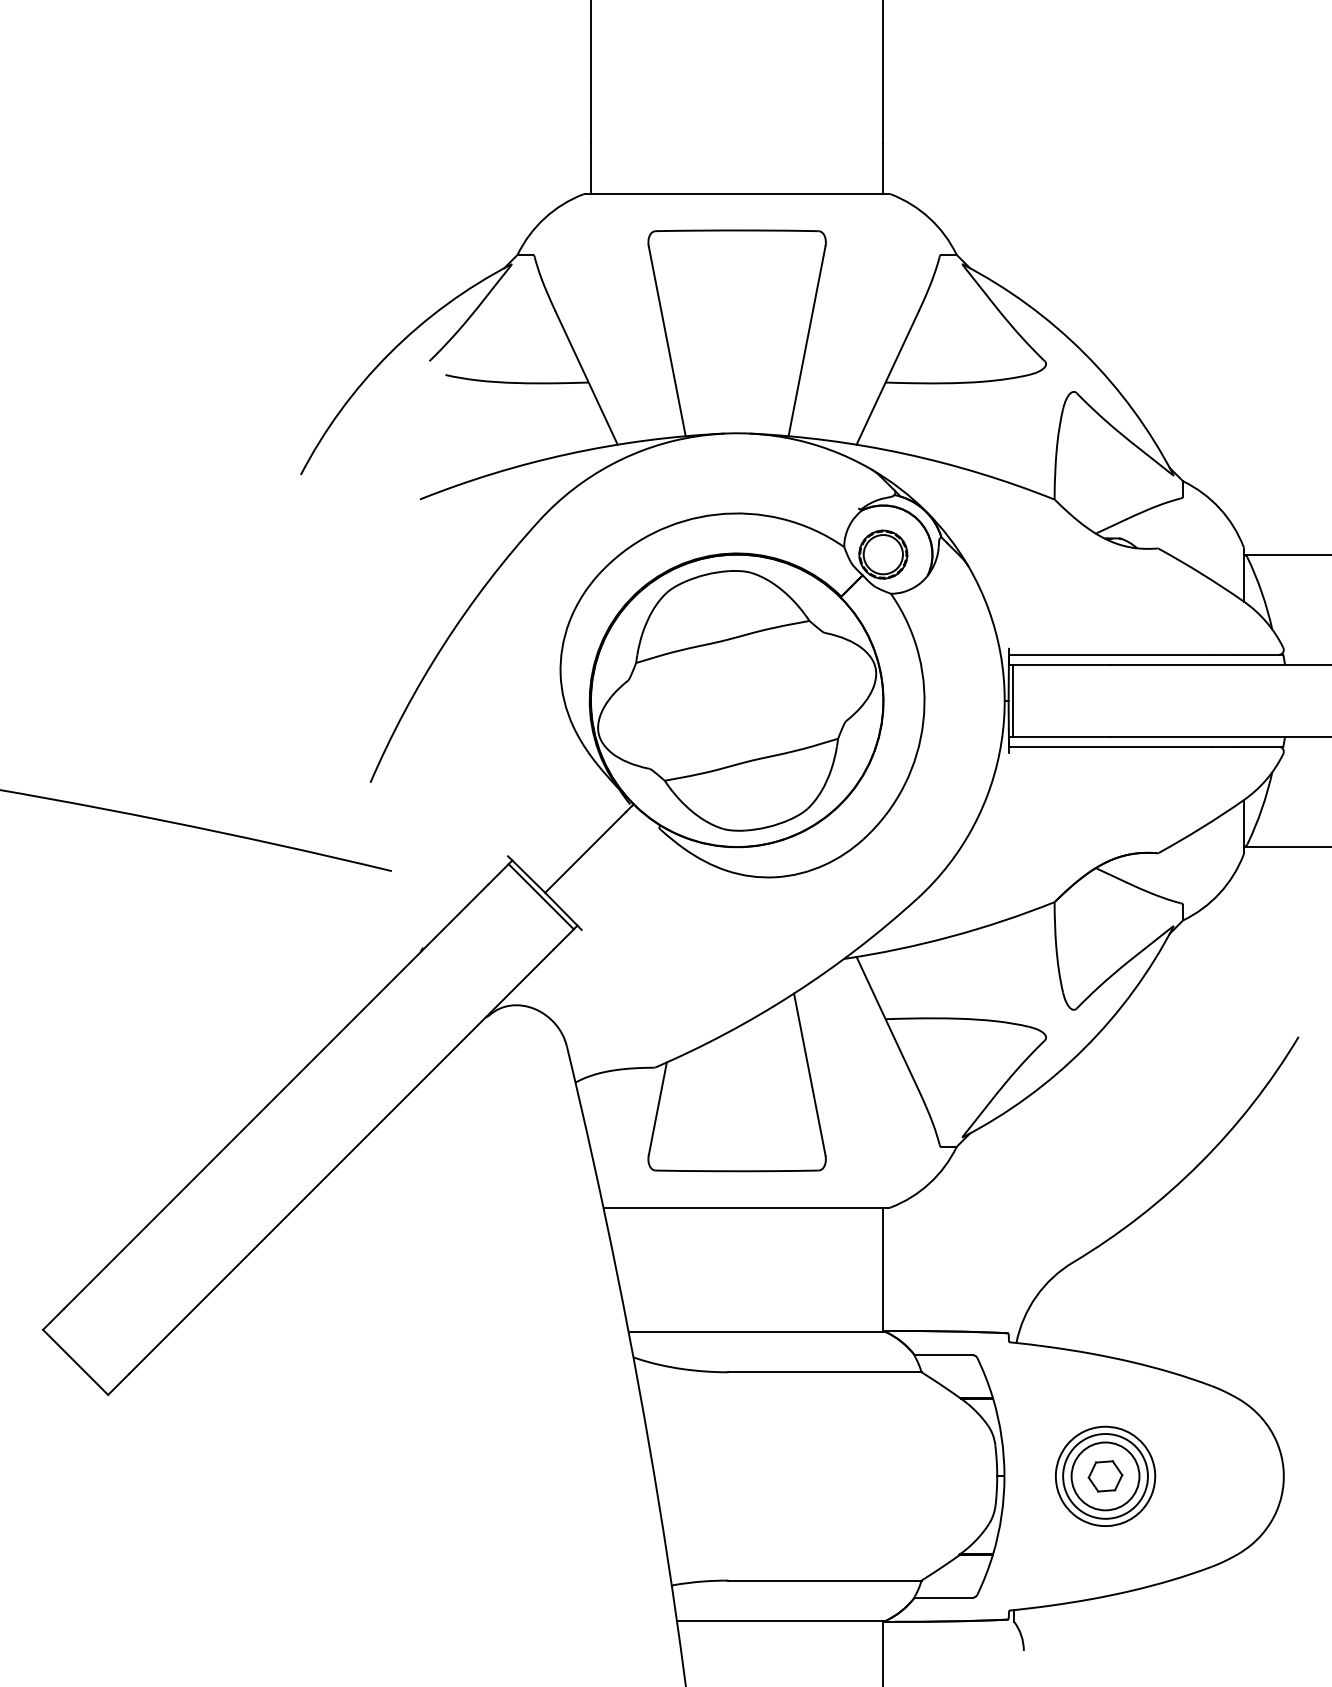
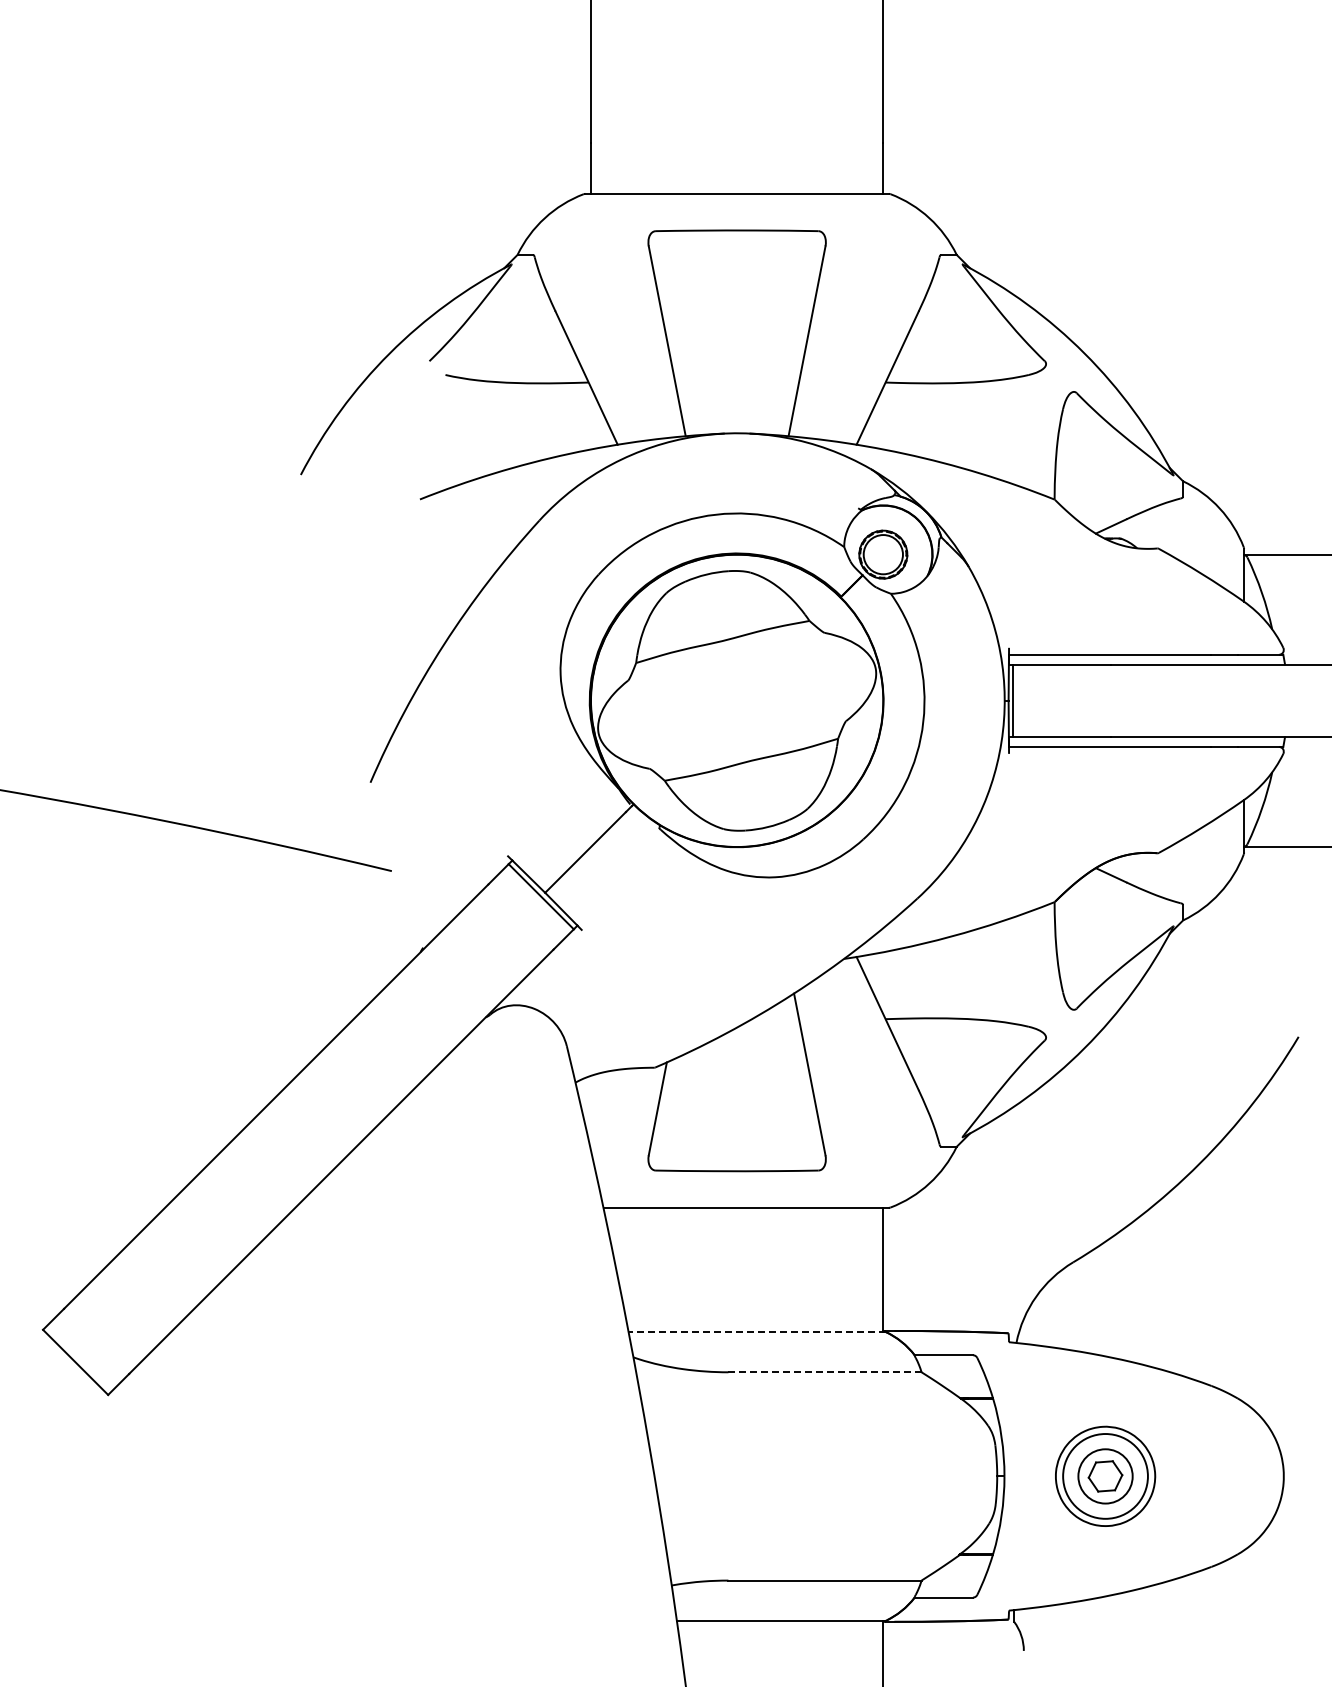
line at (757, 1332): solid -> dashed
line at (825, 1372): solid -> dashed
circle at (1105, 1476) diameter: 68 px -> 54 px
